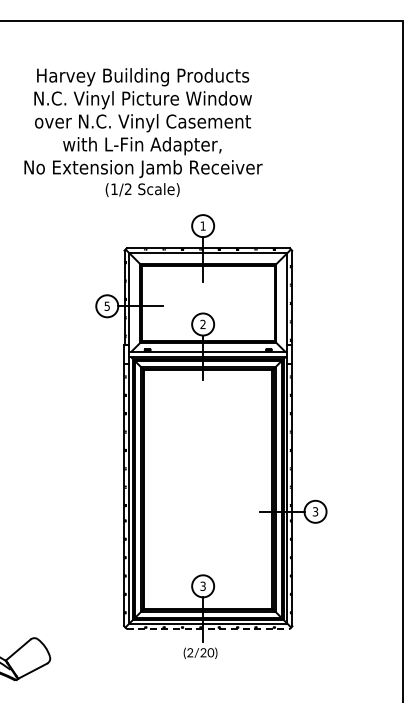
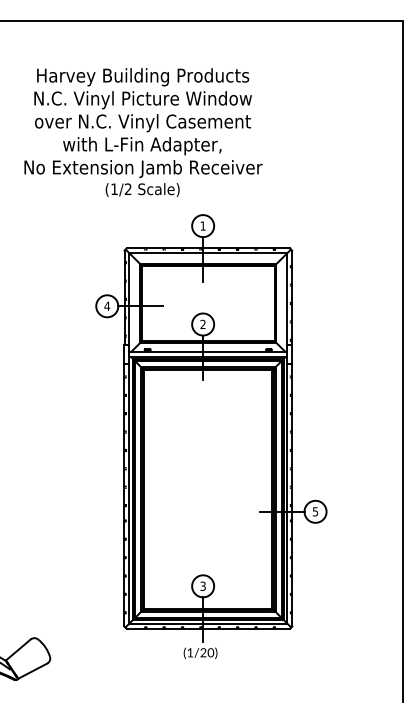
text at (107, 305): 5 -> 4
text at (315, 511): 3 -> 5
line at (208, 628): dashed -> solid
text at (190, 652): (2/20) -> (1/20)
